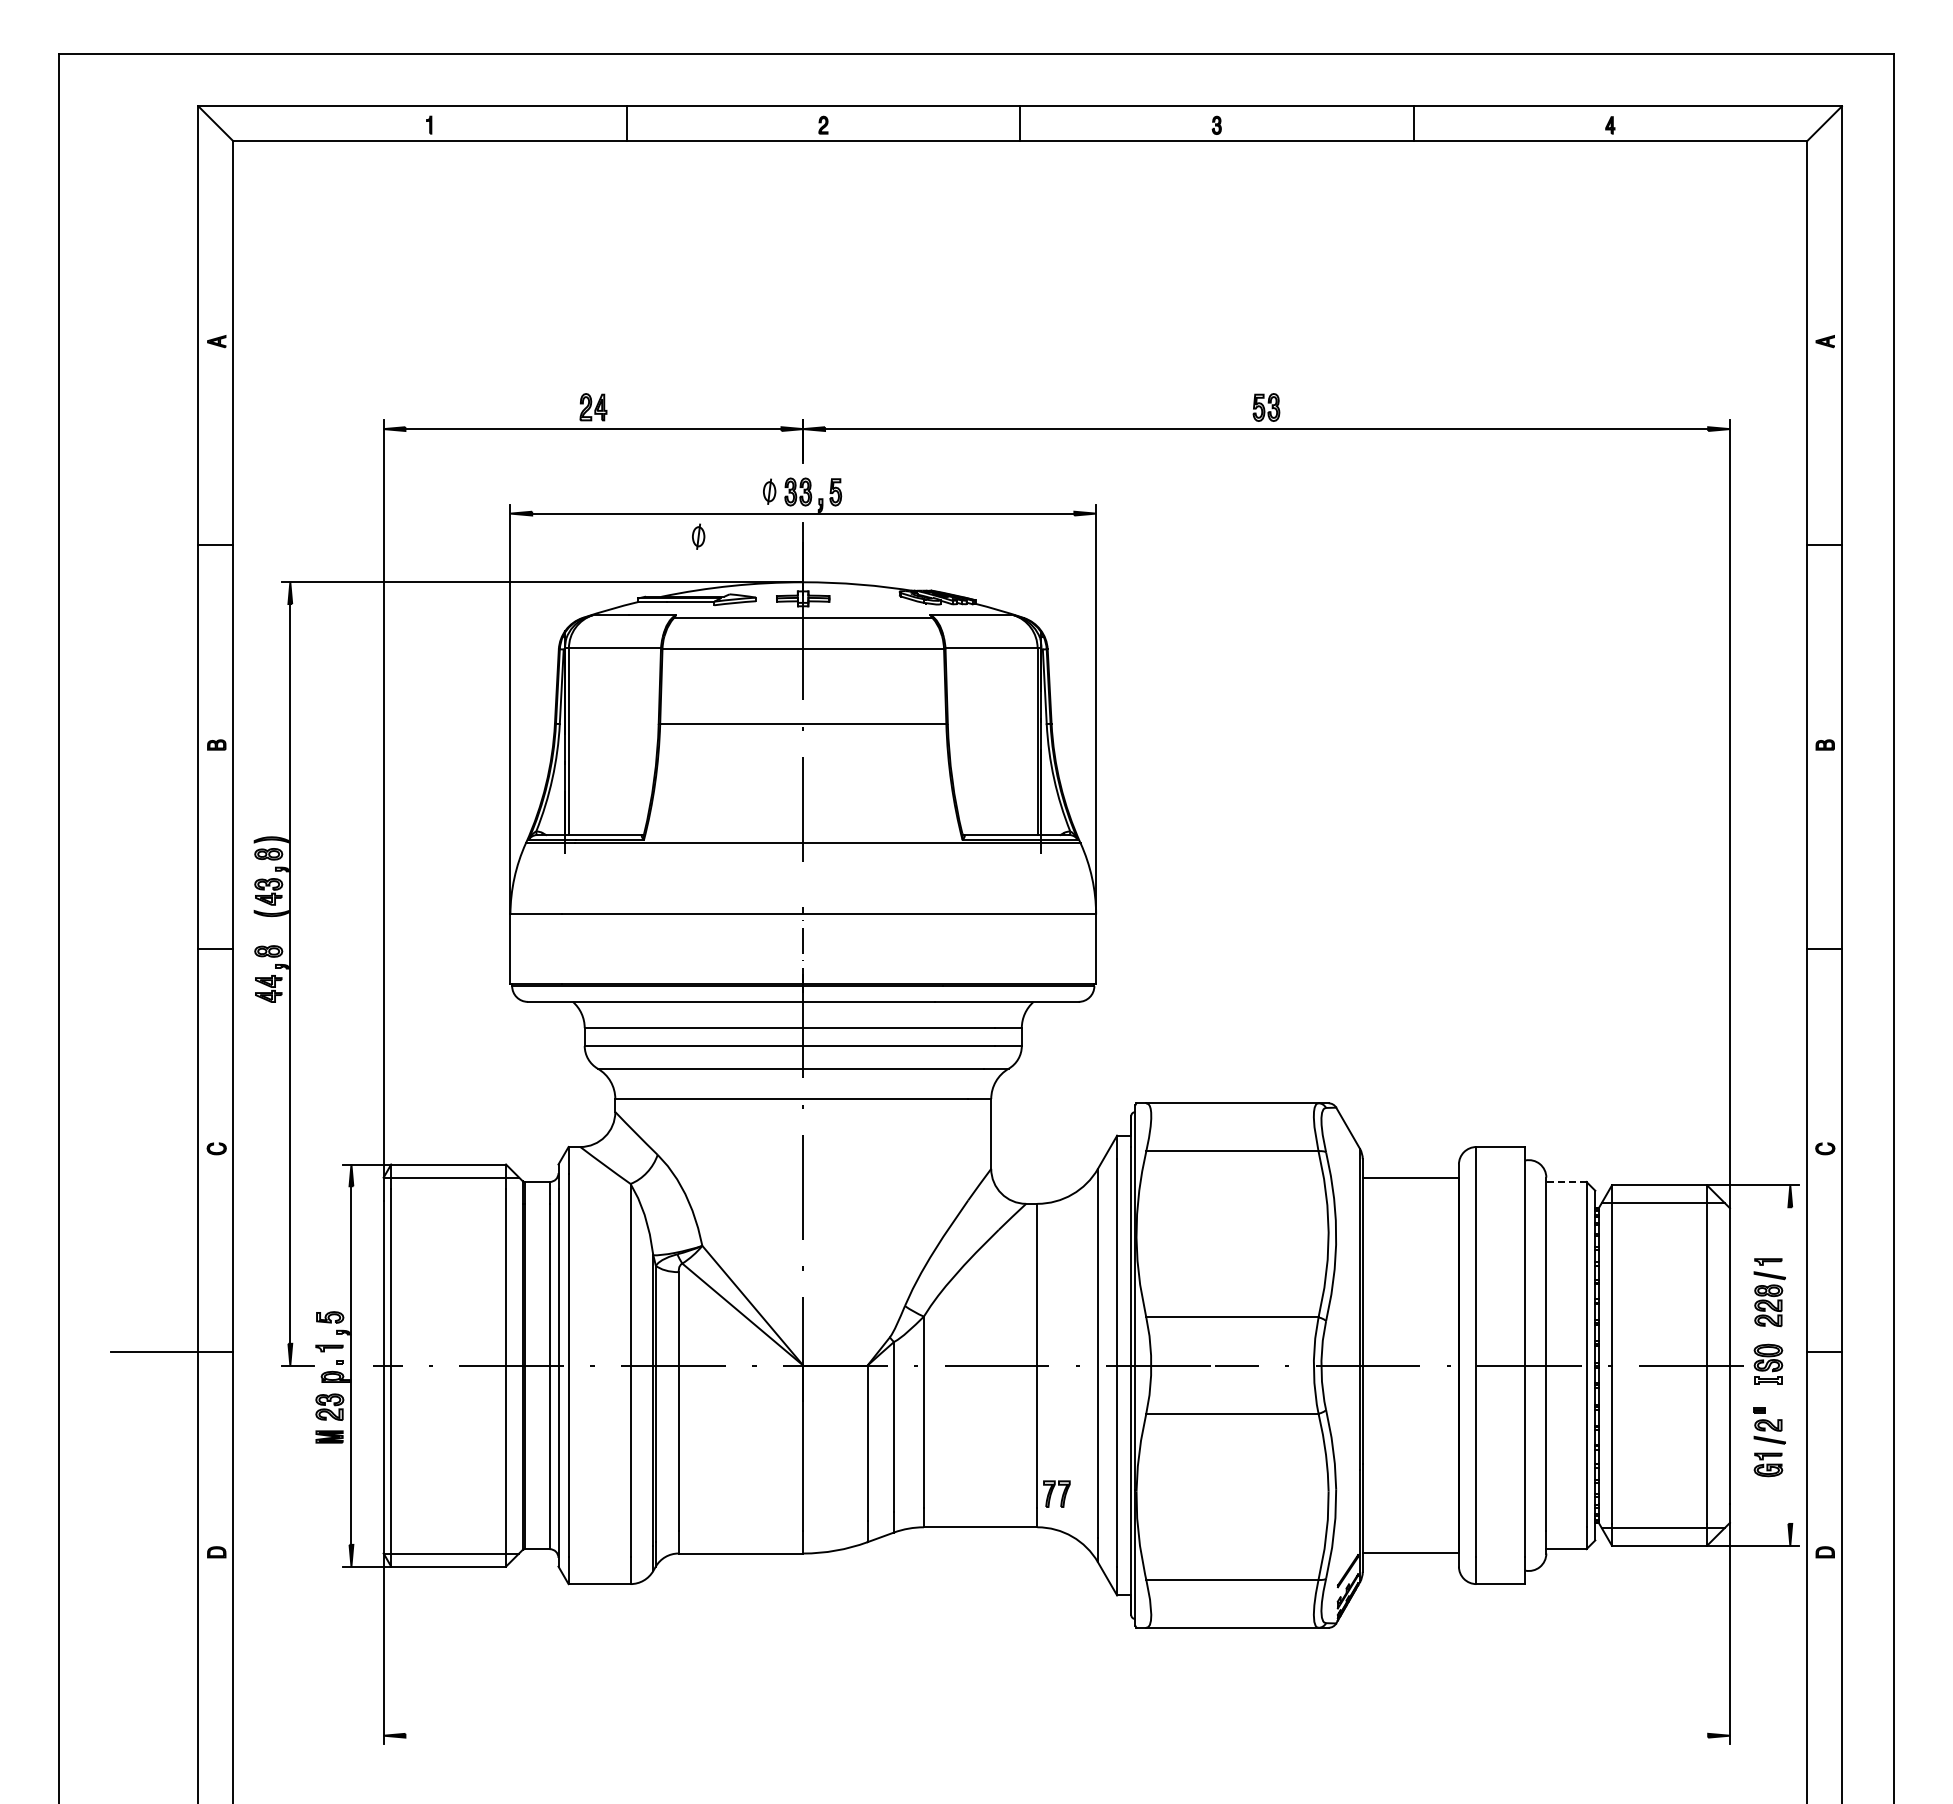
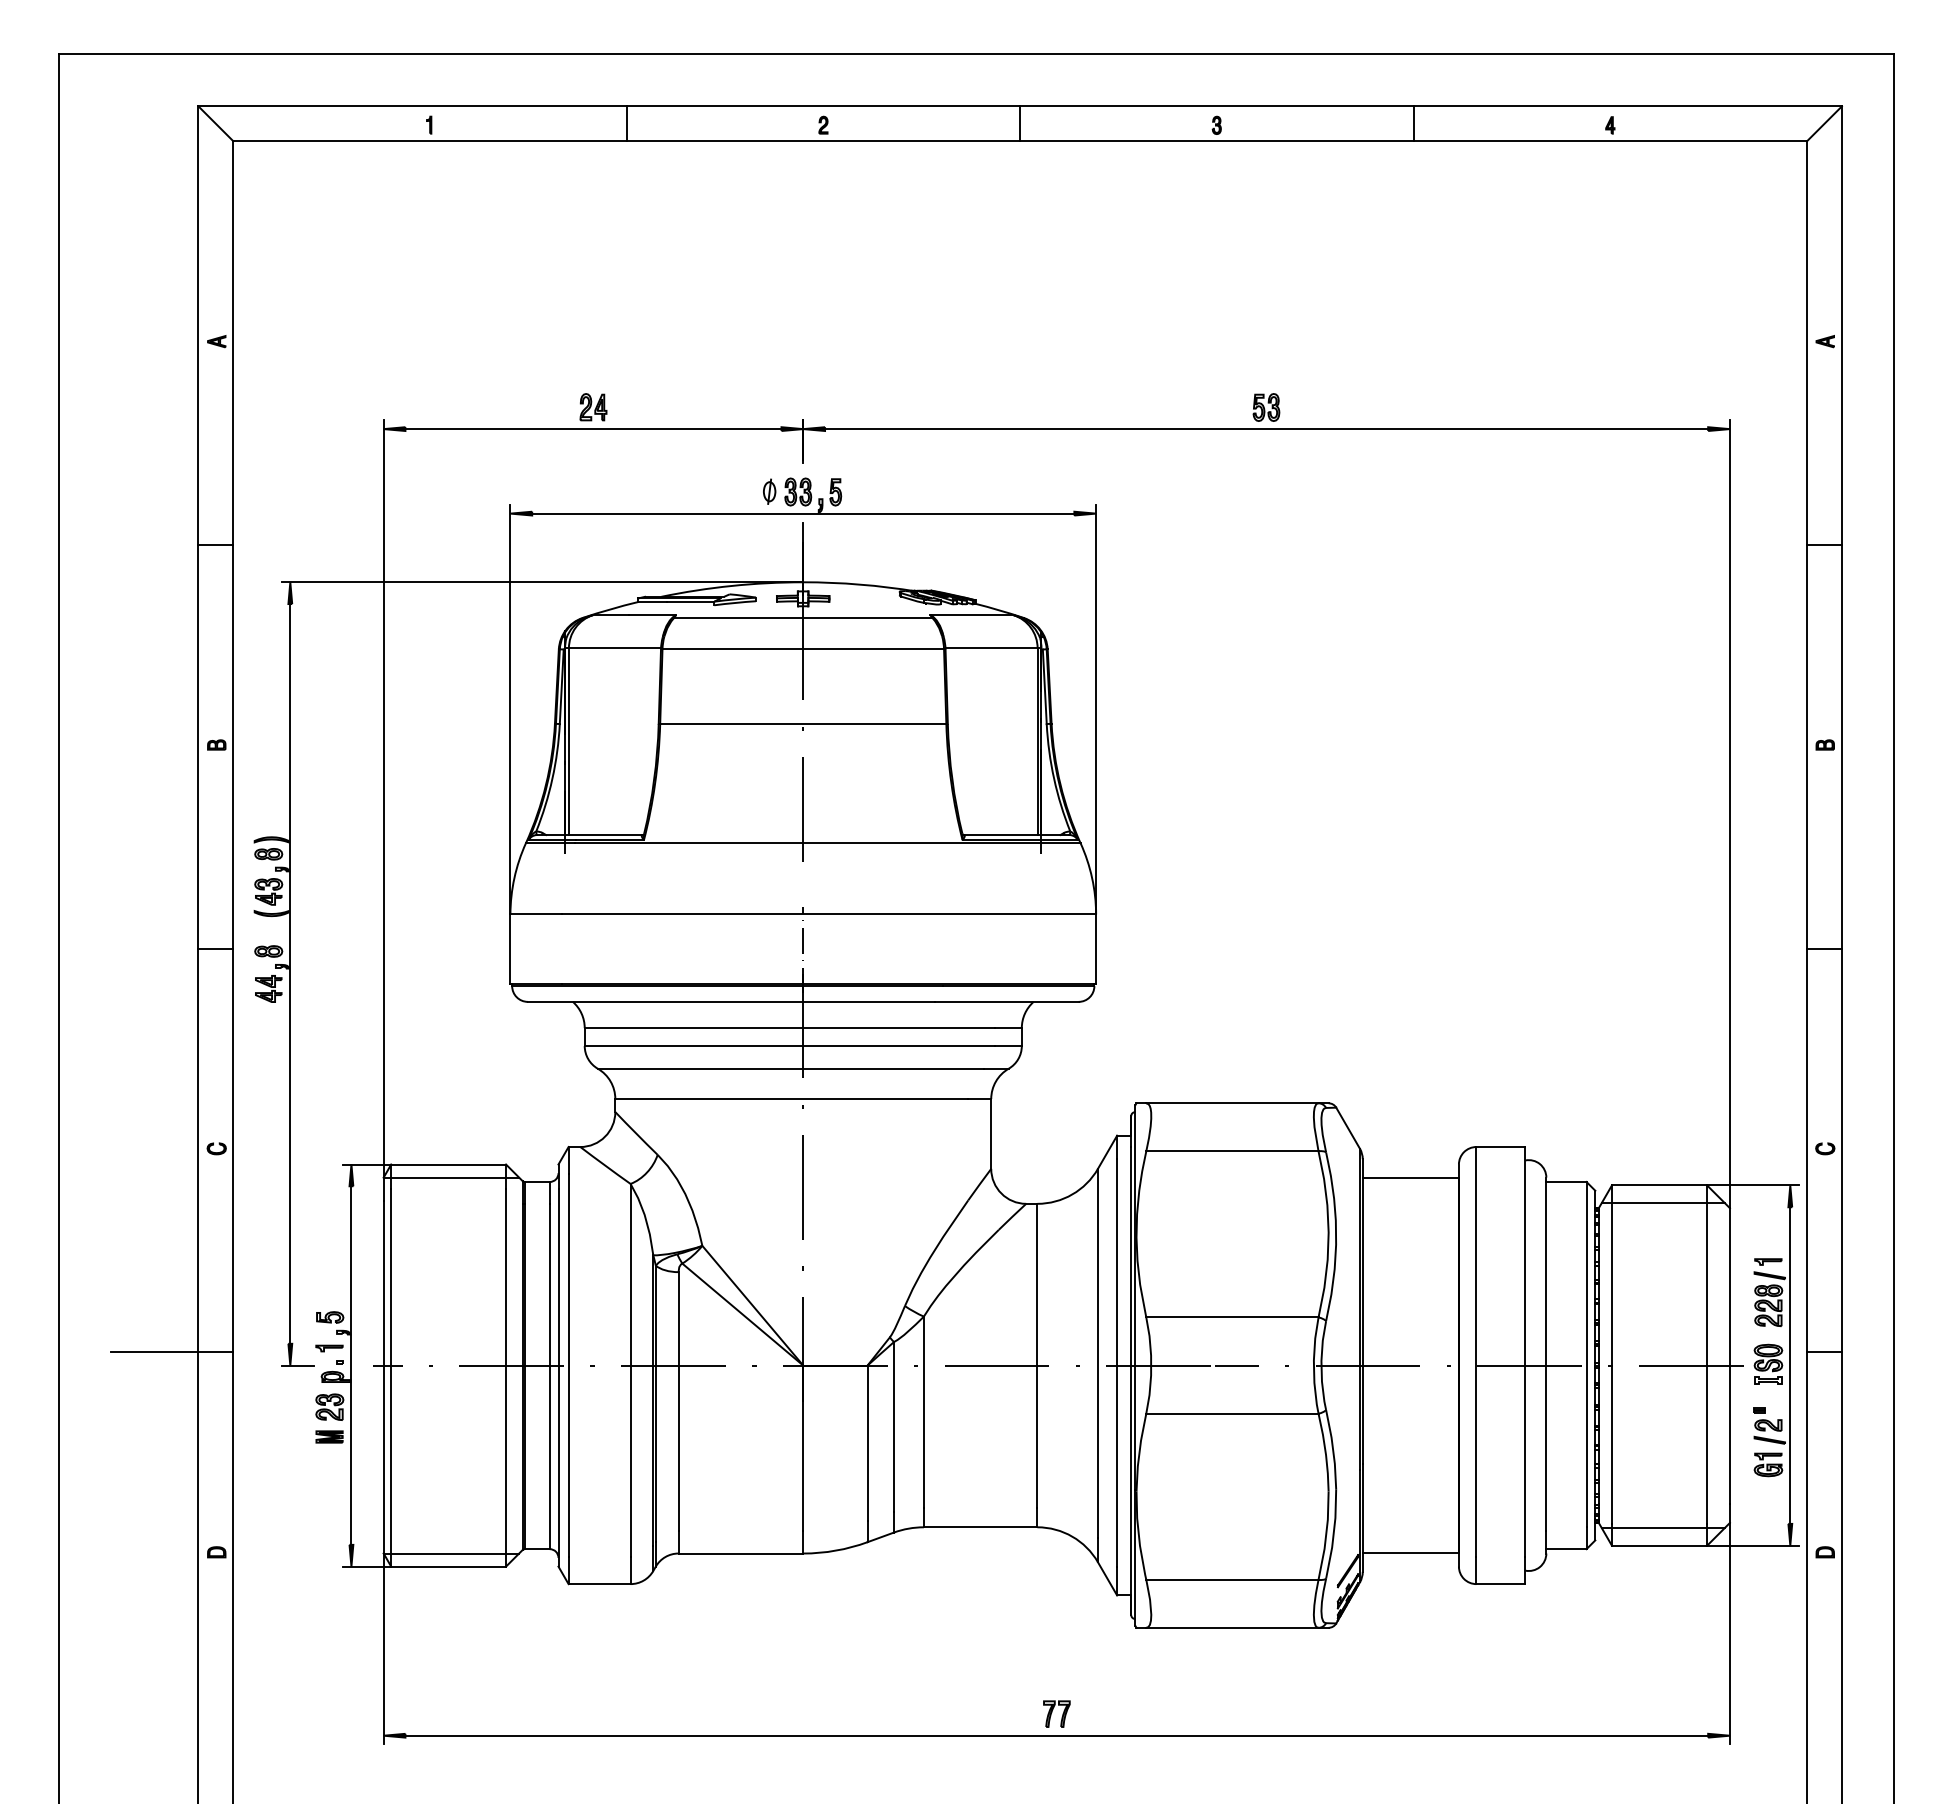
part at (698, 536): present -> none
line at (1565, 1181): dashed -> solid
line at (1790, 1365): none -> present
part at (1056, 1493) position: (1056, 1493) -> (1056, 1713)
line at (1056, 1735): none -> present
